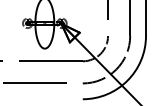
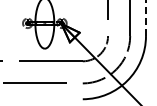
line at (146, 18): solid -> dashed
